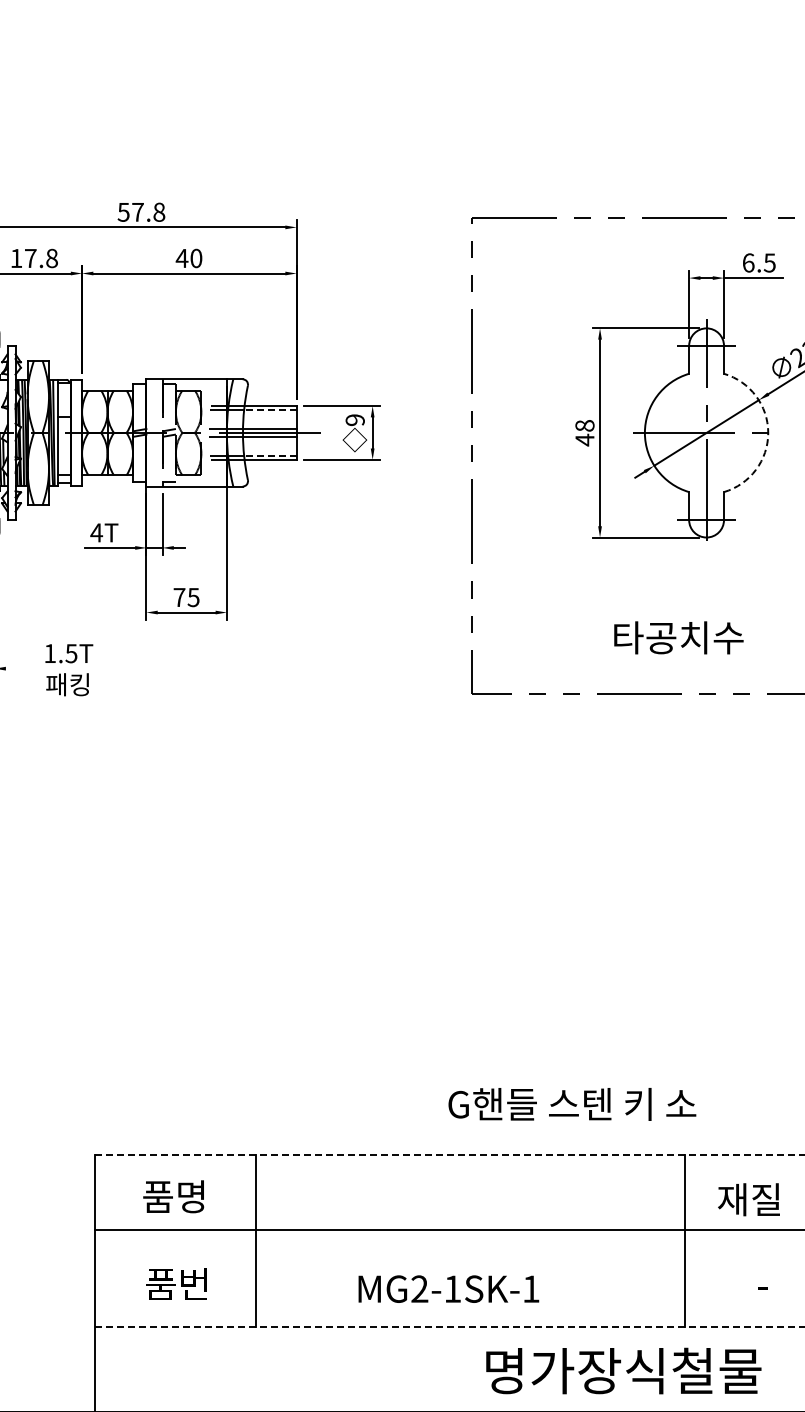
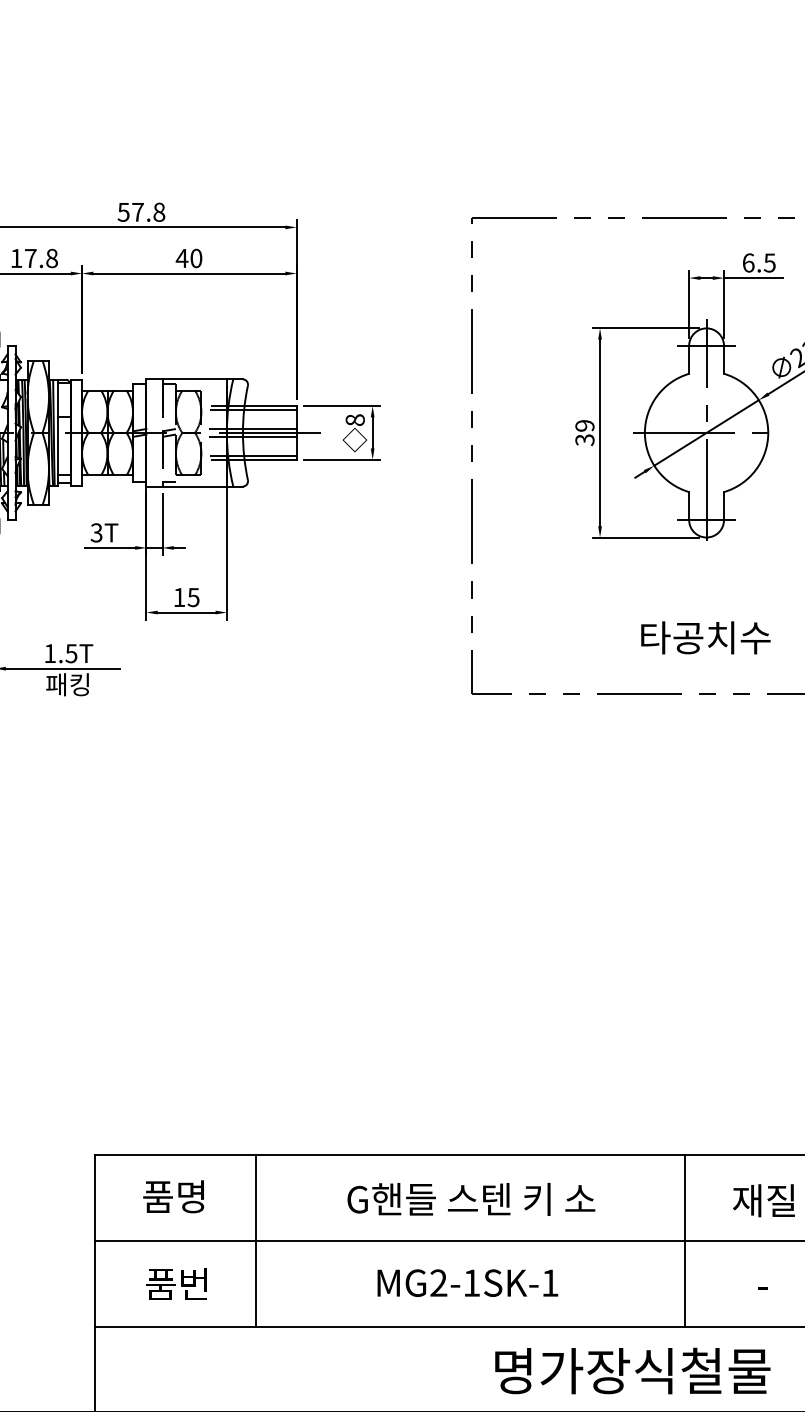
line at (269, 410): dashed -> solid
text at (354, 420): 9 -> 8
arc at (768, 432): dashed -> solid
text at (584, 433): 48 -> 39
line at (269, 455): dashed -> solid
text at (96, 532): 4T -> 3T
text at (179, 597): 75 -> 15
text at (678, 637) position: (678, 637) -> (705, 637)
line at (62, 668): none -> present
text at (572, 1104) position: (572, 1104) -> (471, 1199)
line at (450, 1154): dashed -> solid
text at (748, 1199) position: (748, 1199) -> (763, 1200)
line at (448, 1229) position: (448, 1229) -> (448, 1240)
text at (448, 1288) position: (448, 1288) -> (467, 1282)
line at (450, 1326): dashed -> solid
text at (623, 1370) position: (623, 1370) -> (632, 1370)
